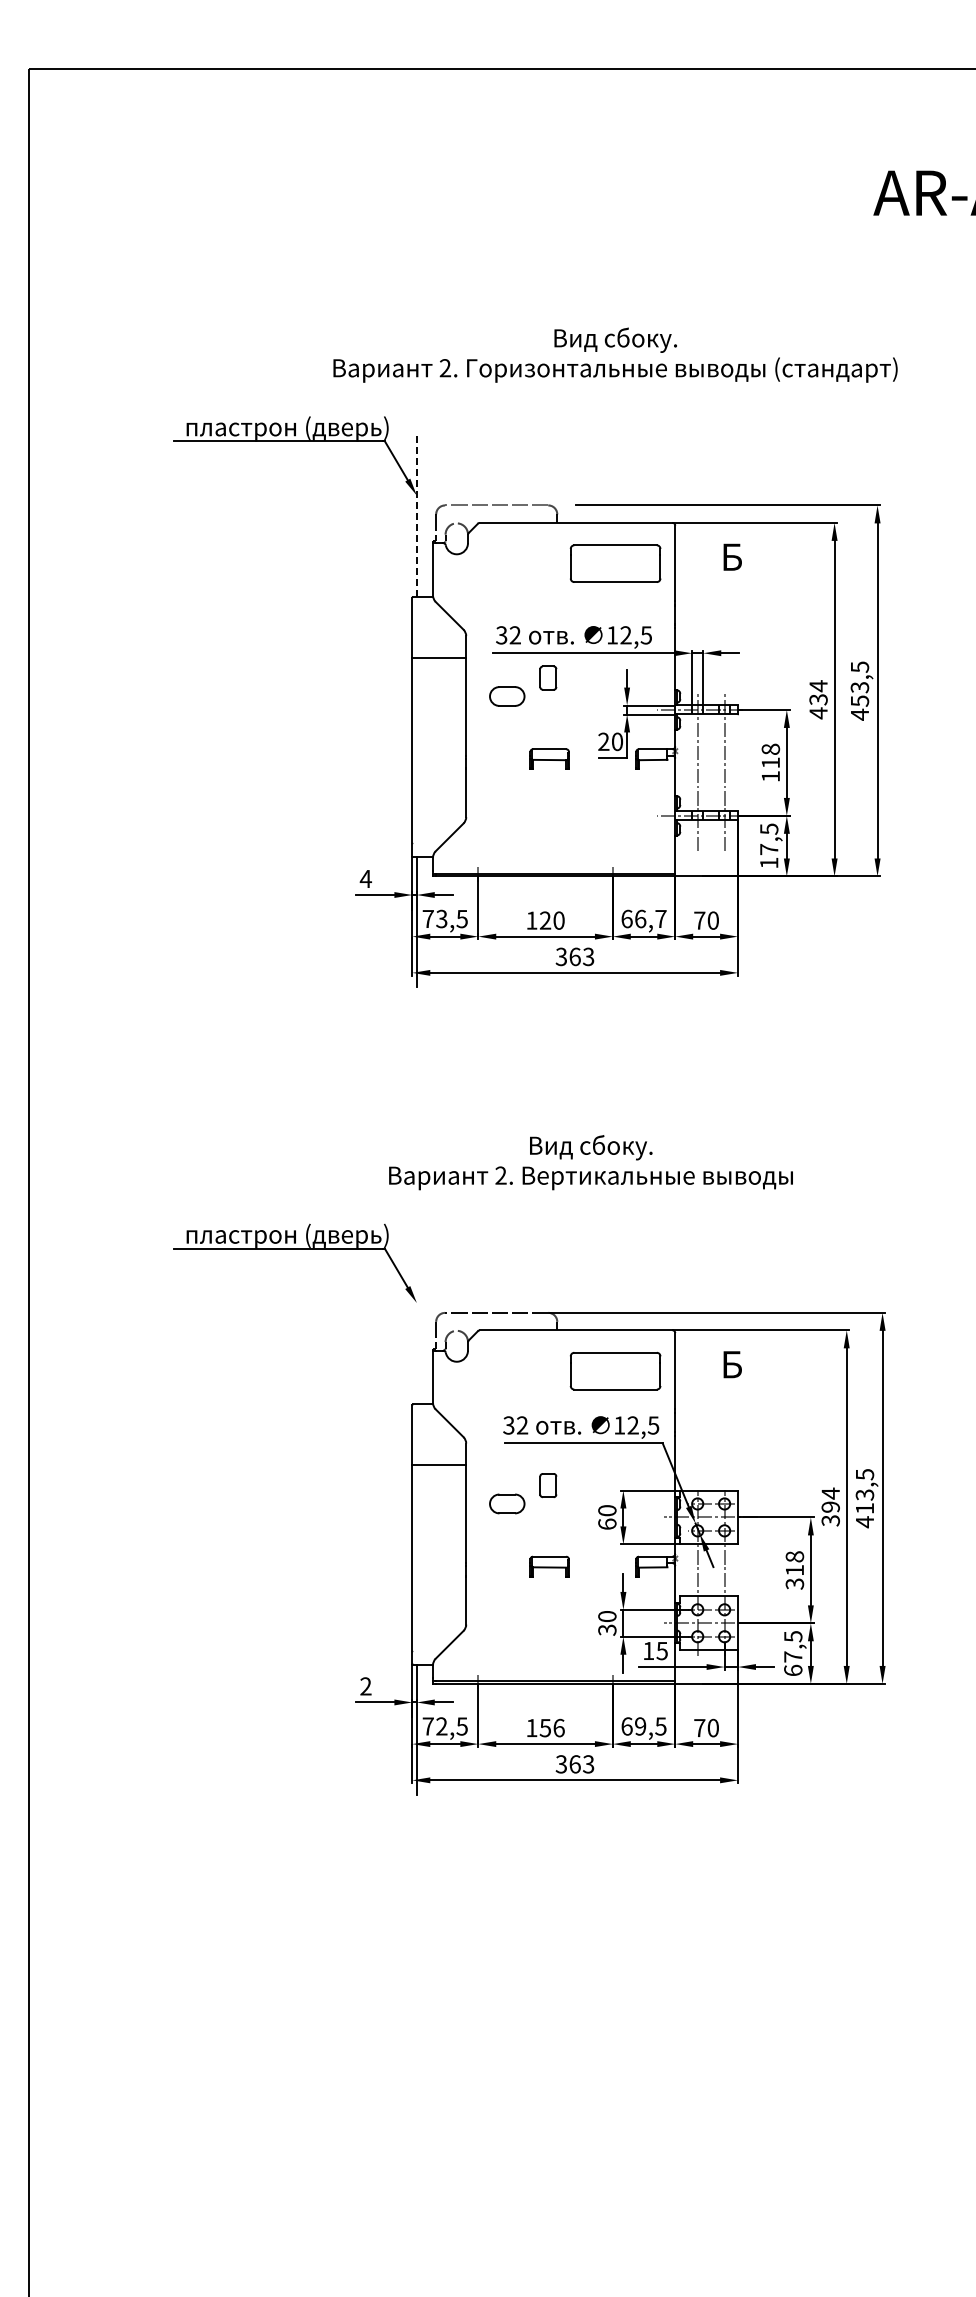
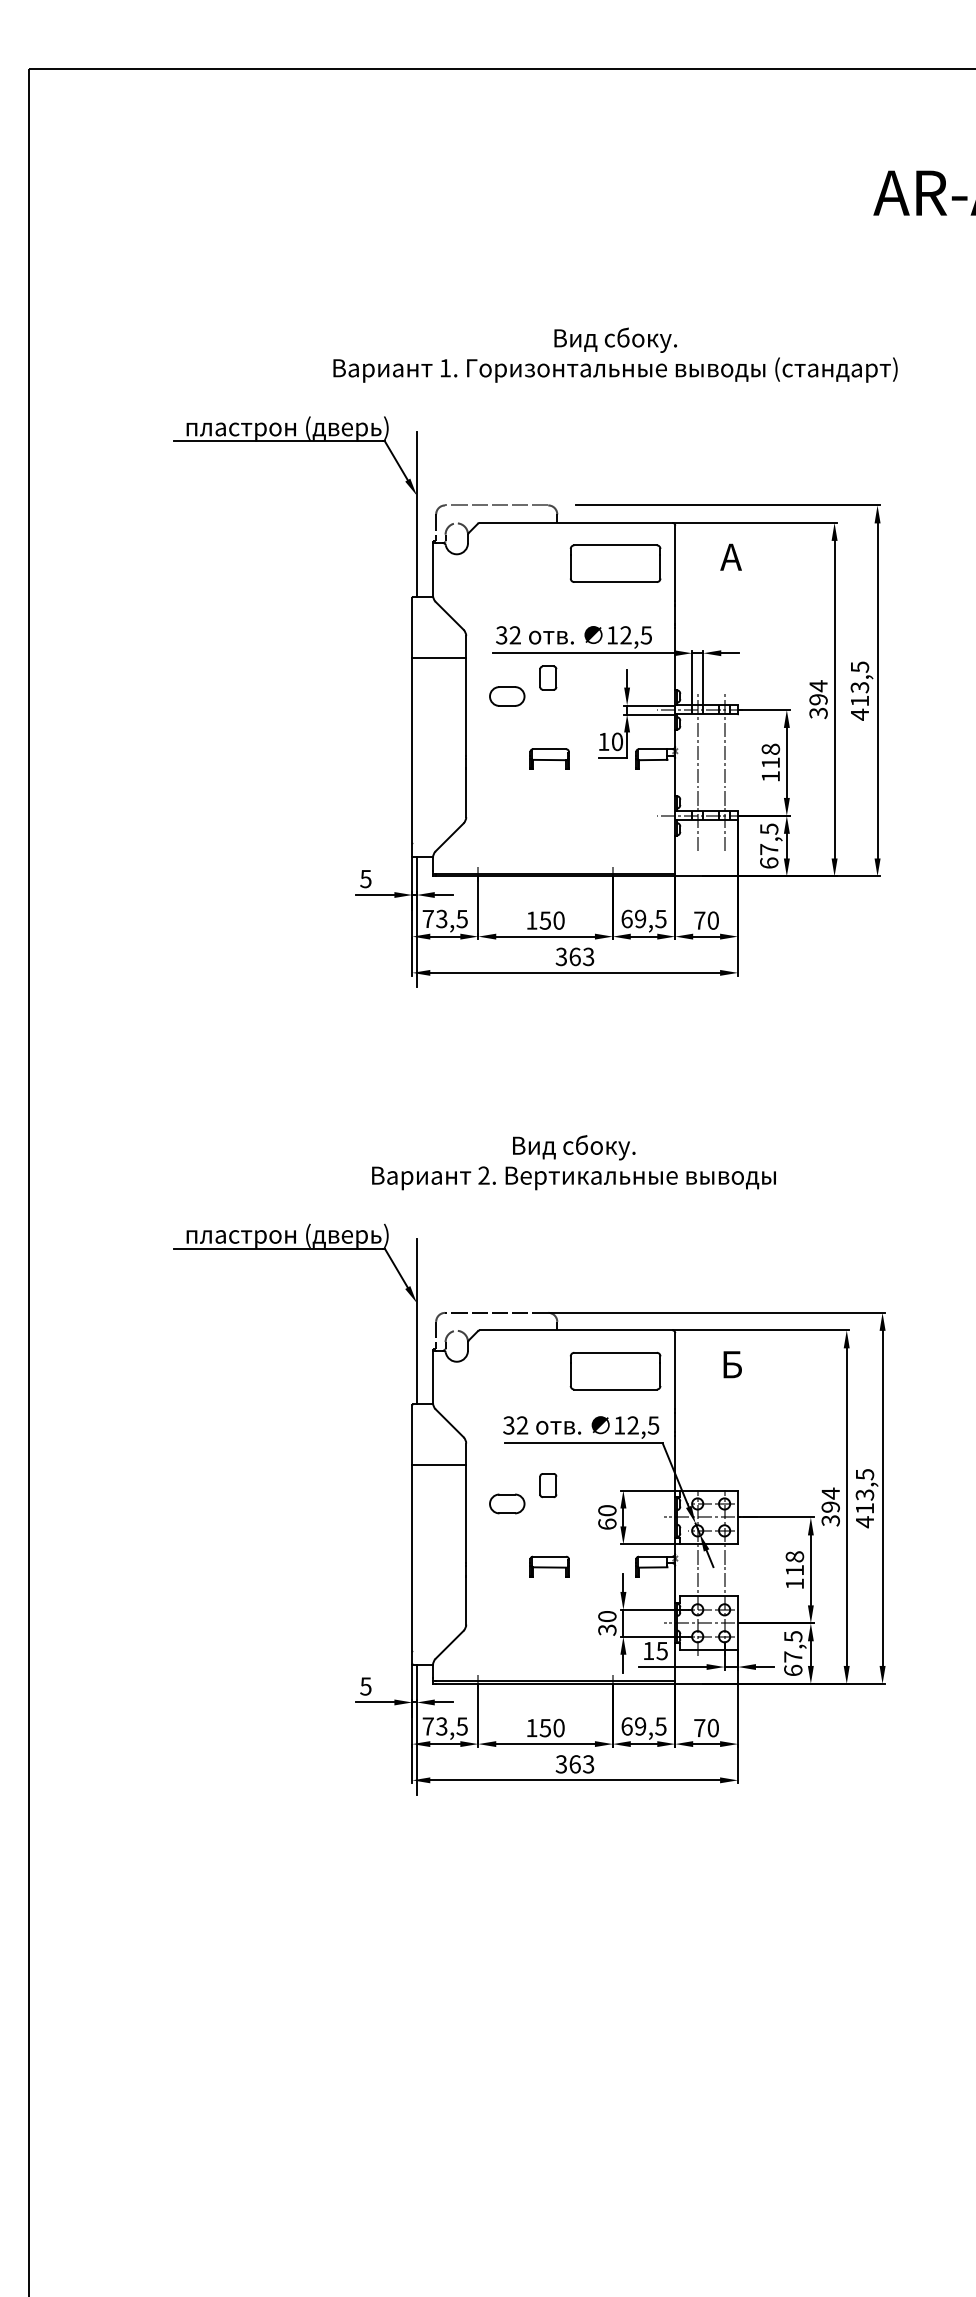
text at (445, 368): 2. -> 1.
line at (416, 513): dashed -> solid
text at (730, 556): Б -> А
text at (860, 700): 453,5 -> 413,5
text at (818, 706): 434 -> 394
text at (603, 741): 20 -> 10
text at (769, 862): 17,5 -> 67,5
text at (365, 879): 4 -> 5
text at (650, 918): 66,7 -> 69,5
text at (545, 920): 120 -> 150
text at (590, 1162) position: (590, 1162) -> (573, 1162)
line at (416, 1321): none -> present
text at (794, 1583): 318 -> 118
text at (365, 1686): 2 -> 5
text at (441, 1726): 72,5 -> 73,5
text at (558, 1727): 156 -> 150
